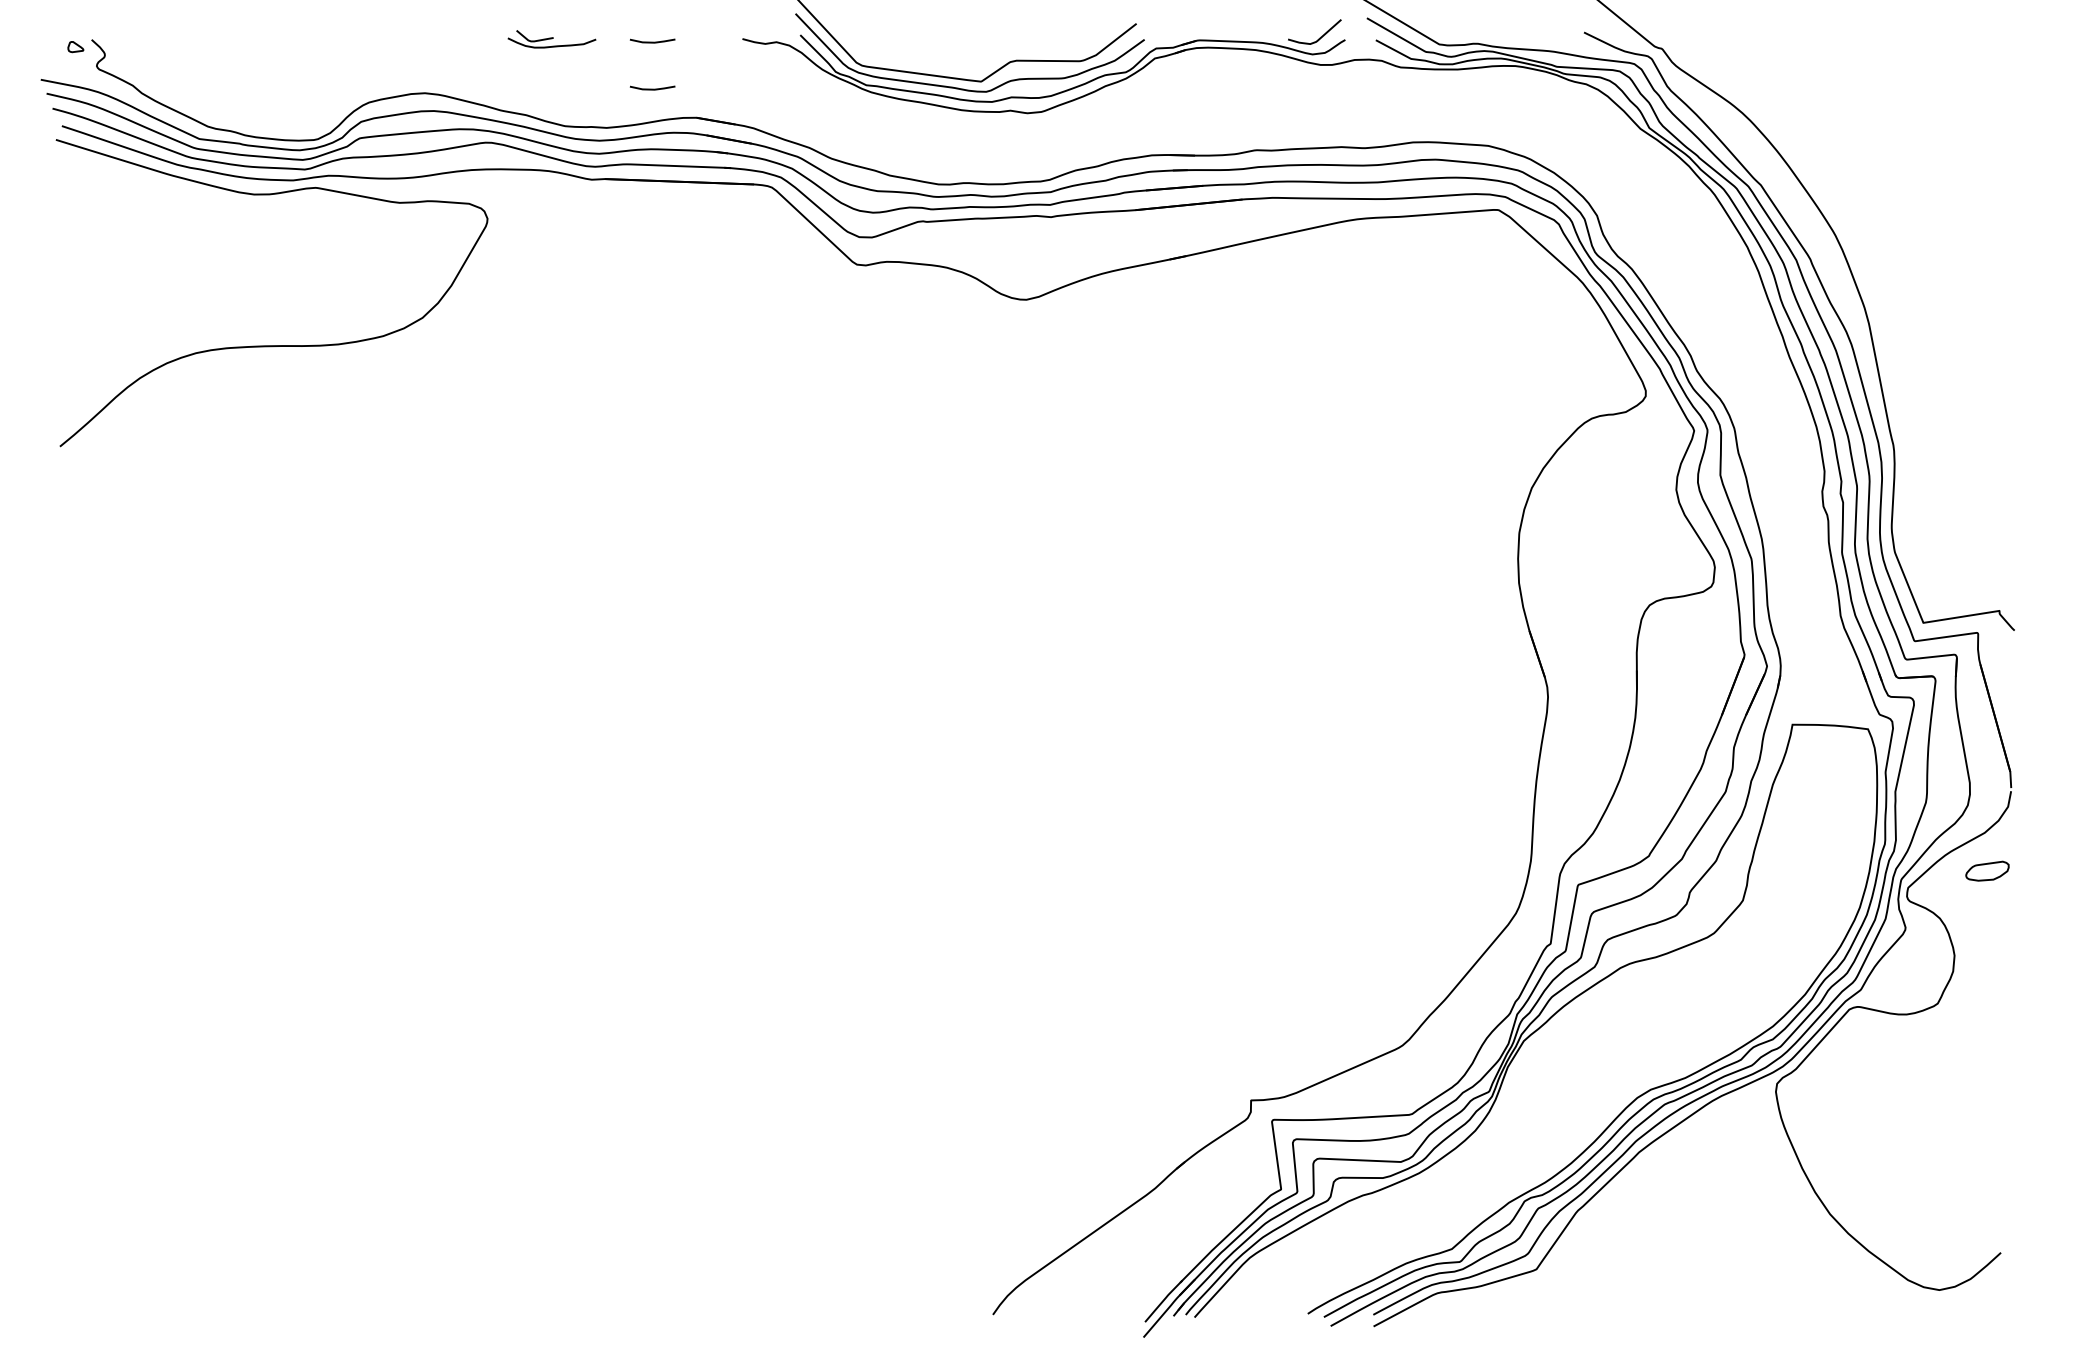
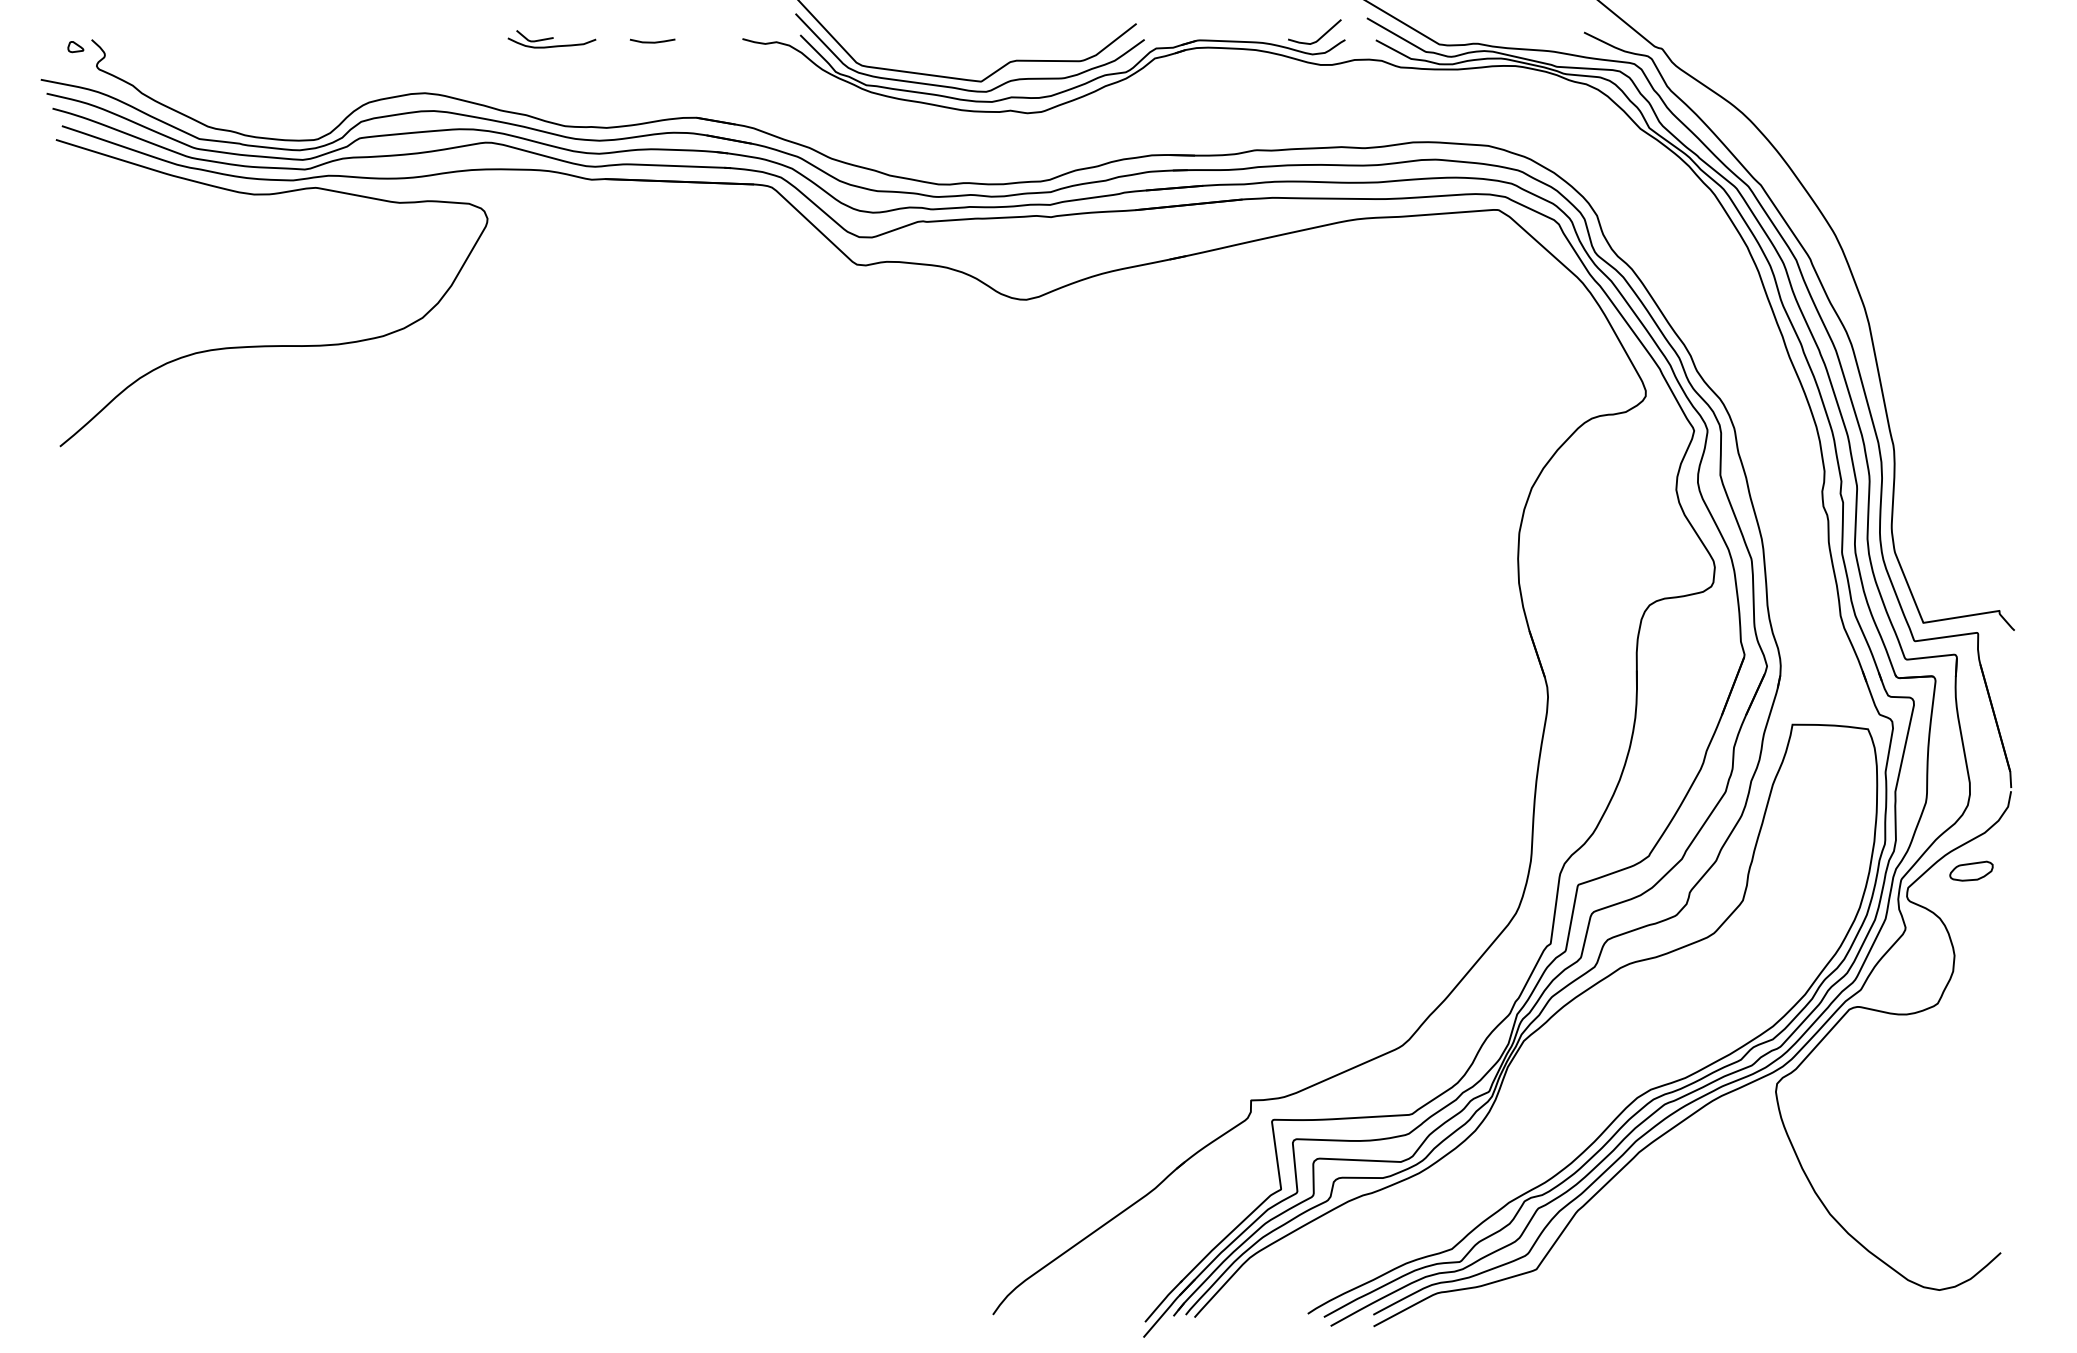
line at (652, 88): present -> none
part at (1987, 870) position: (1987, 870) -> (1971, 870)
